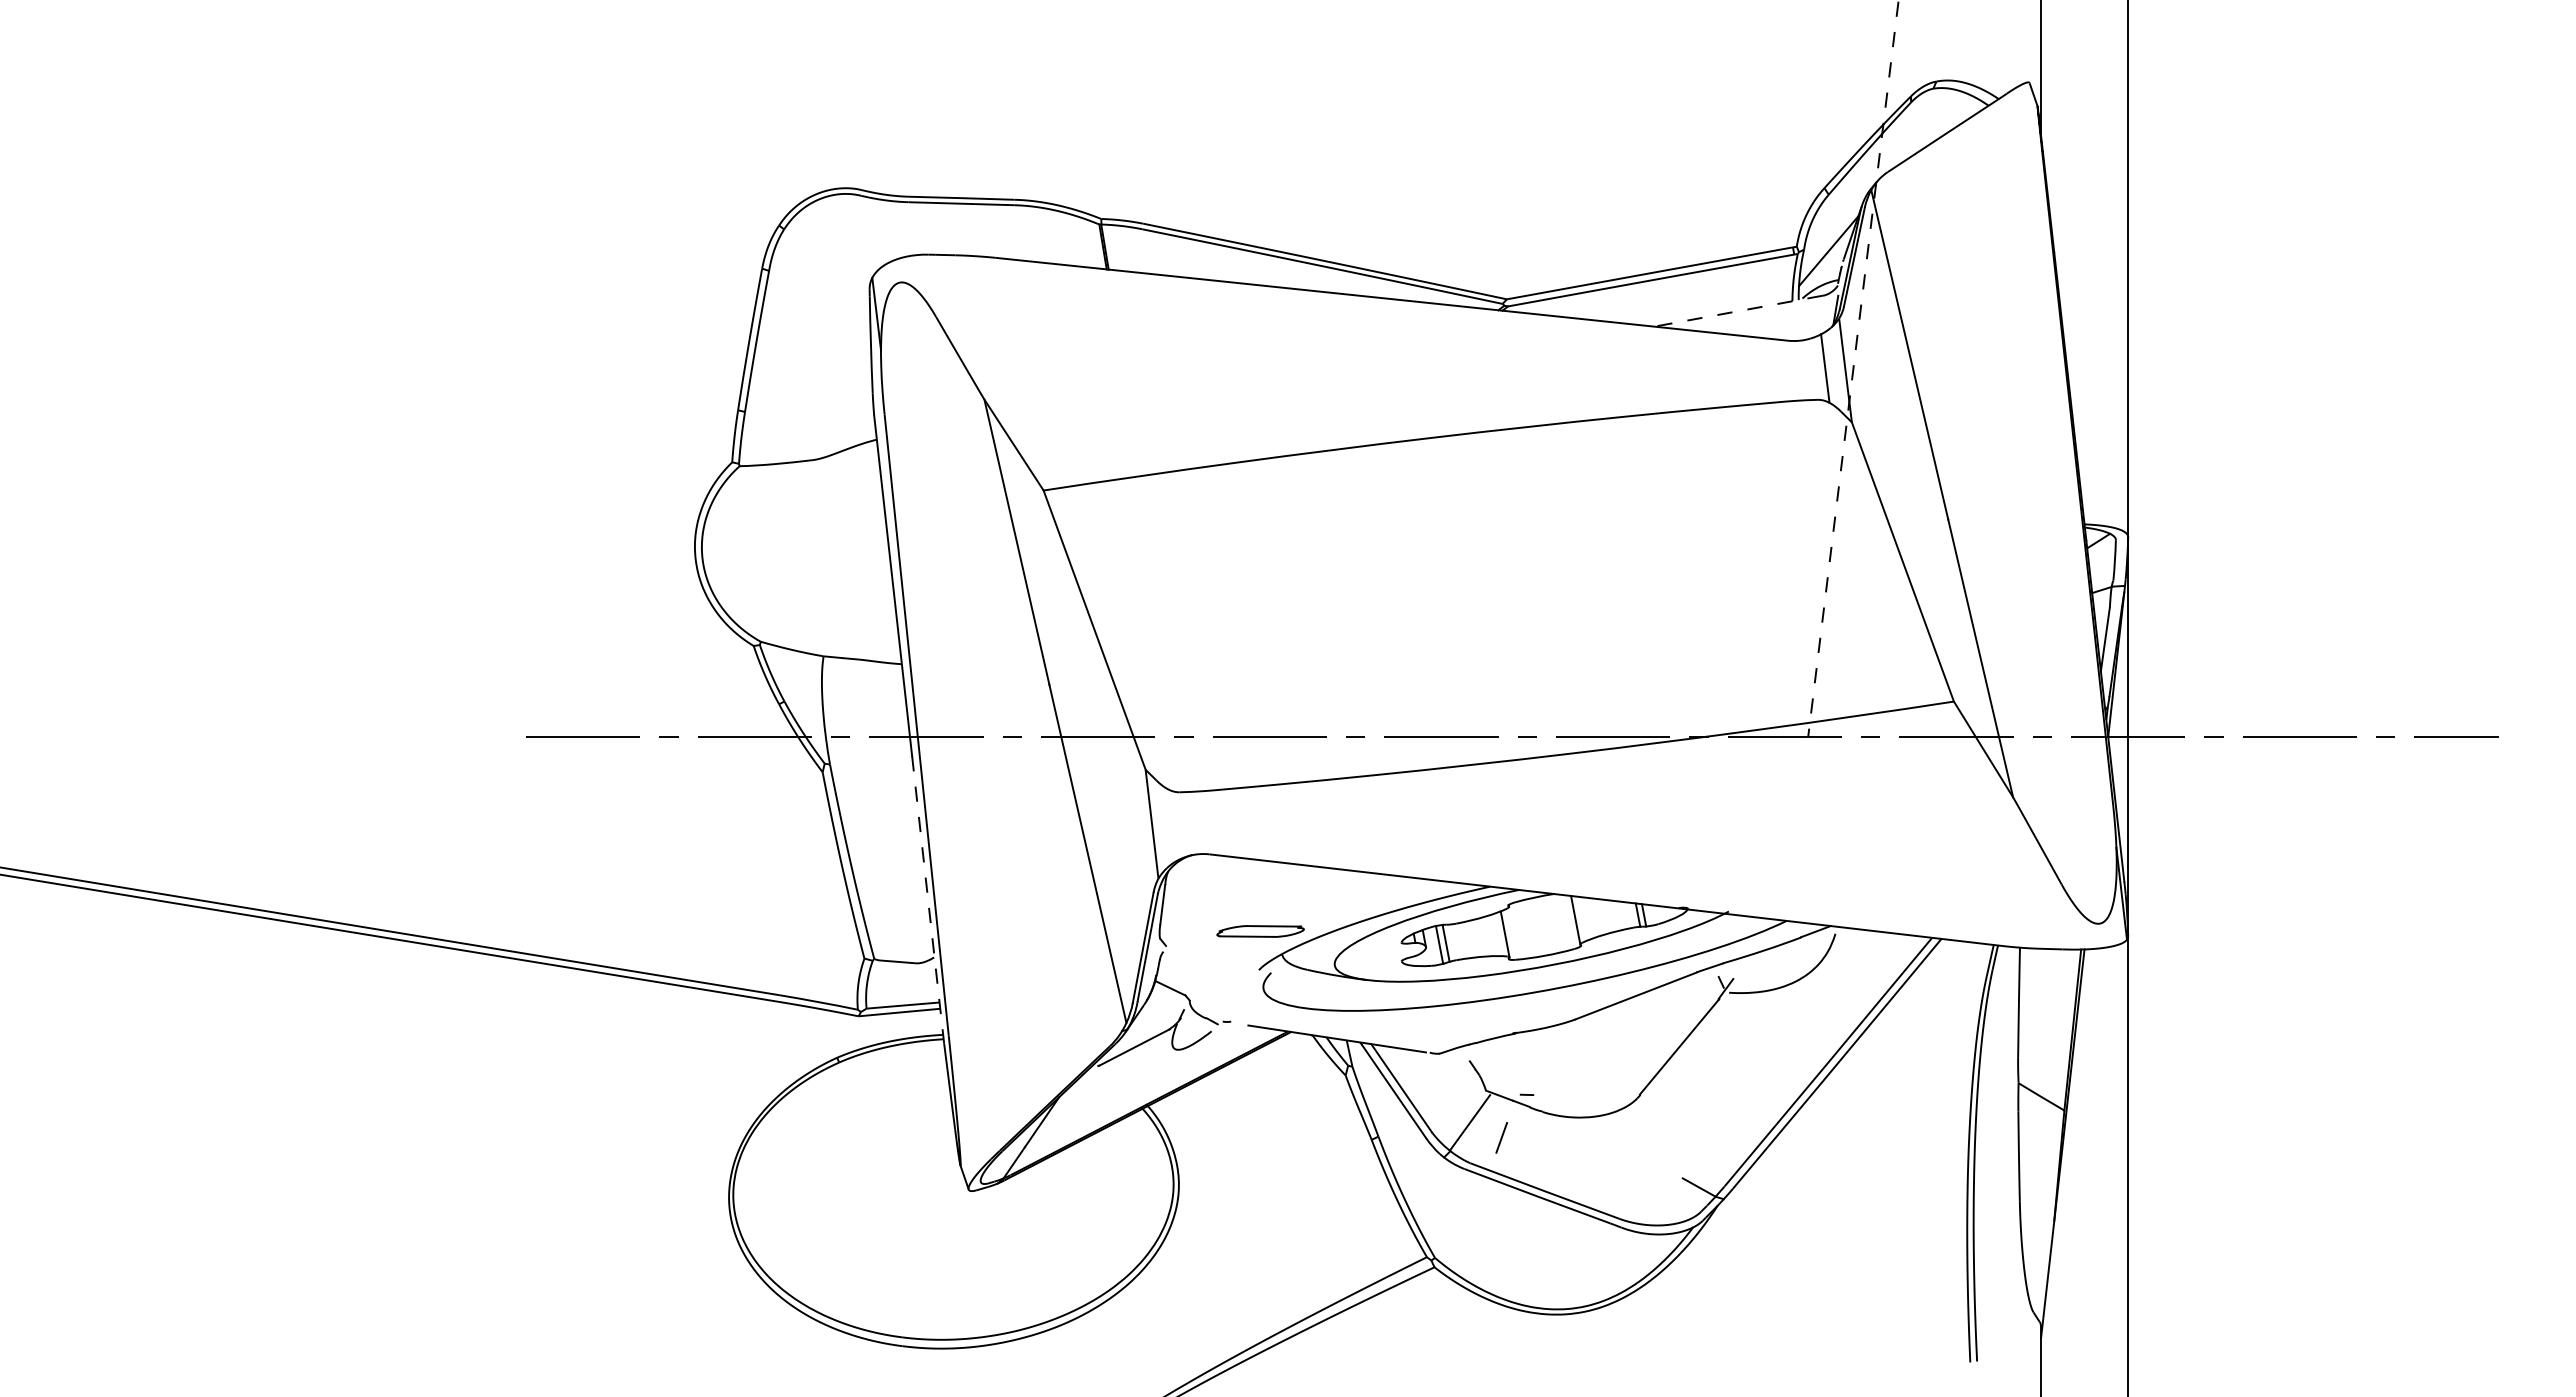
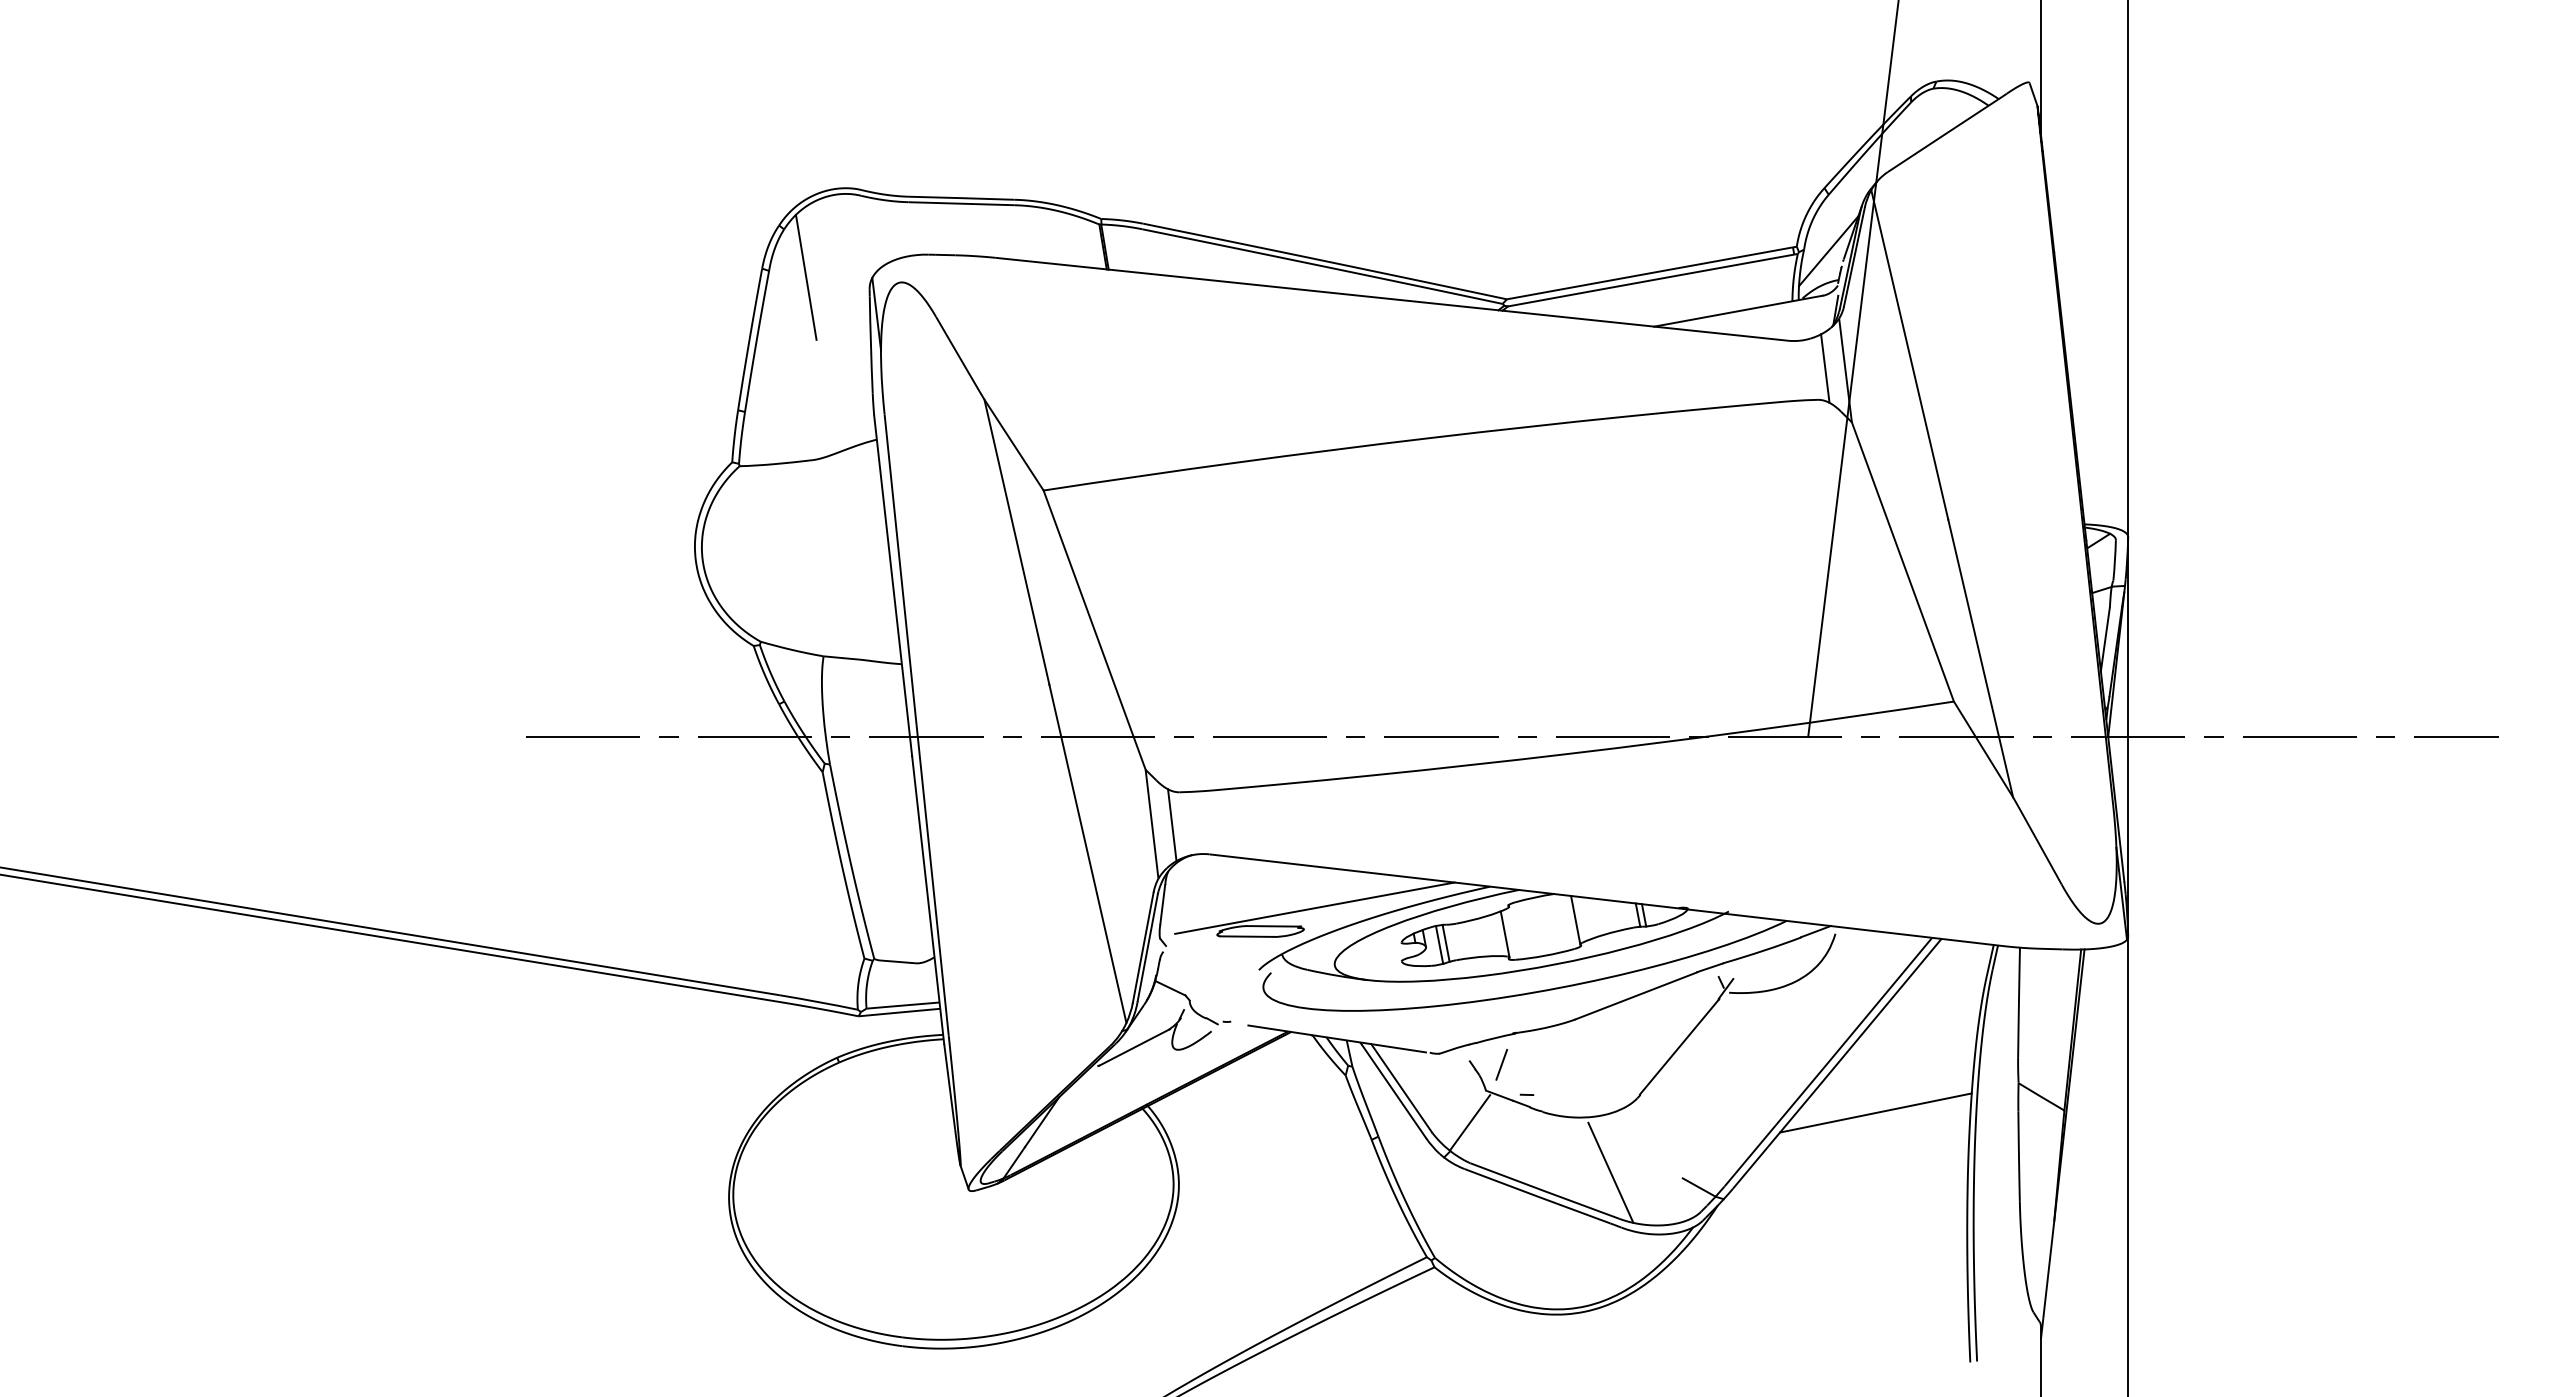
line at (805, 276): none -> present
line at (1738, 311): dashed -> solid
line at (1853, 368): dashed -> solid
line at (1172, 825): none -> present
line at (928, 900): dashed -> solid
line at (1314, 907): none -> present
line at (1875, 1112): none -> present
line at (1501, 1137) position: (1501, 1137) -> (1501, 1064)
line at (1610, 1172): none -> present
